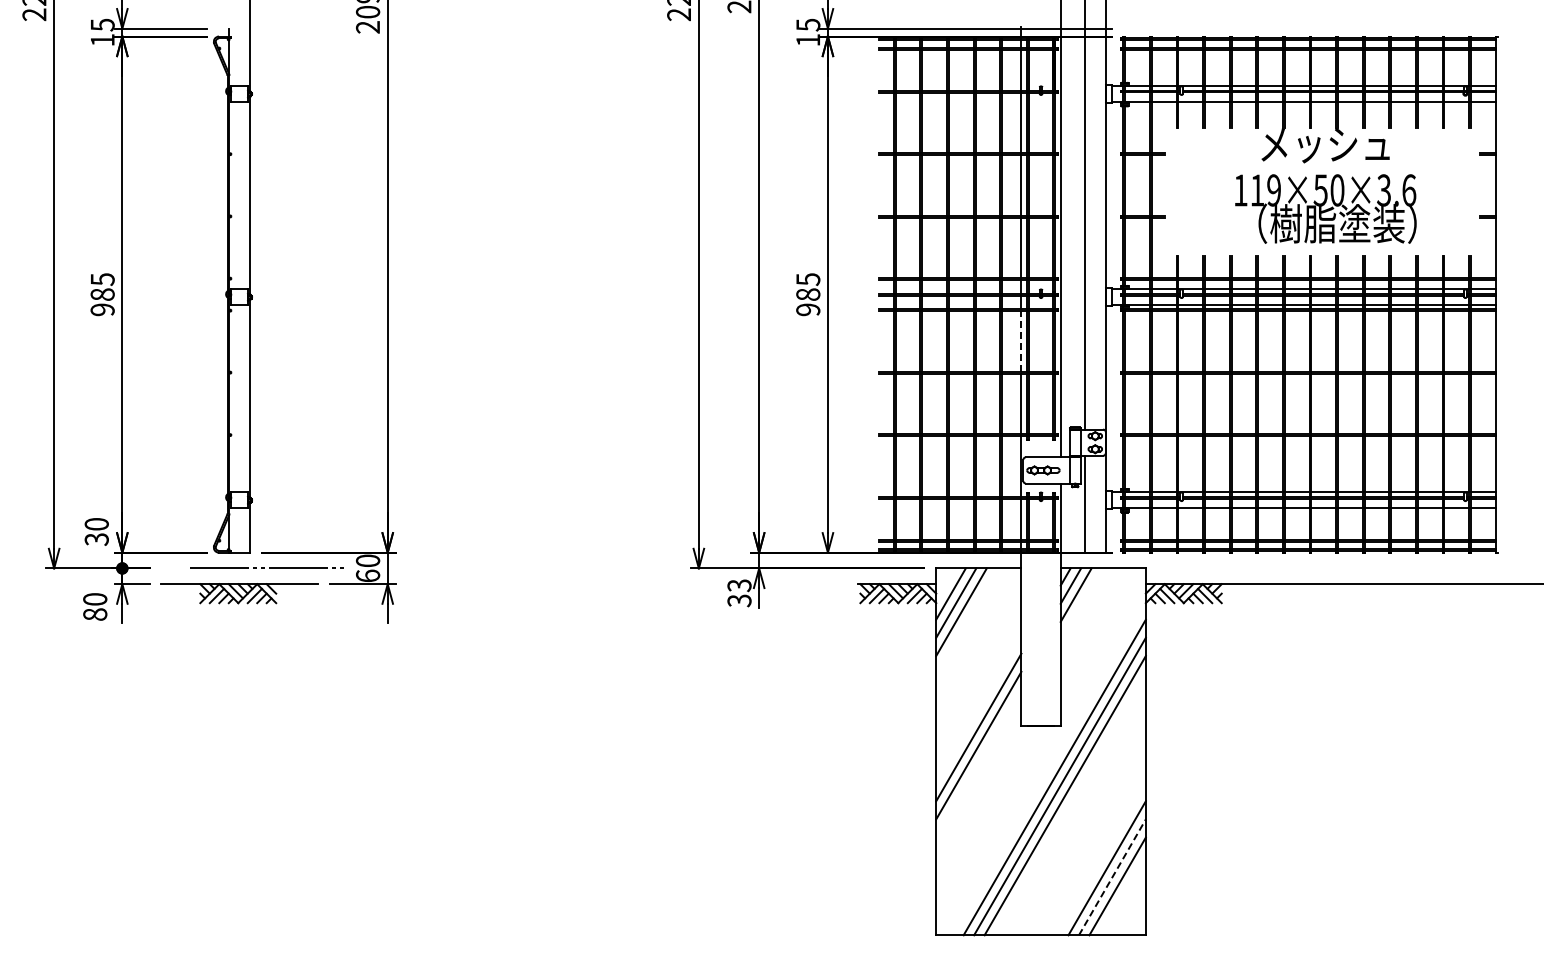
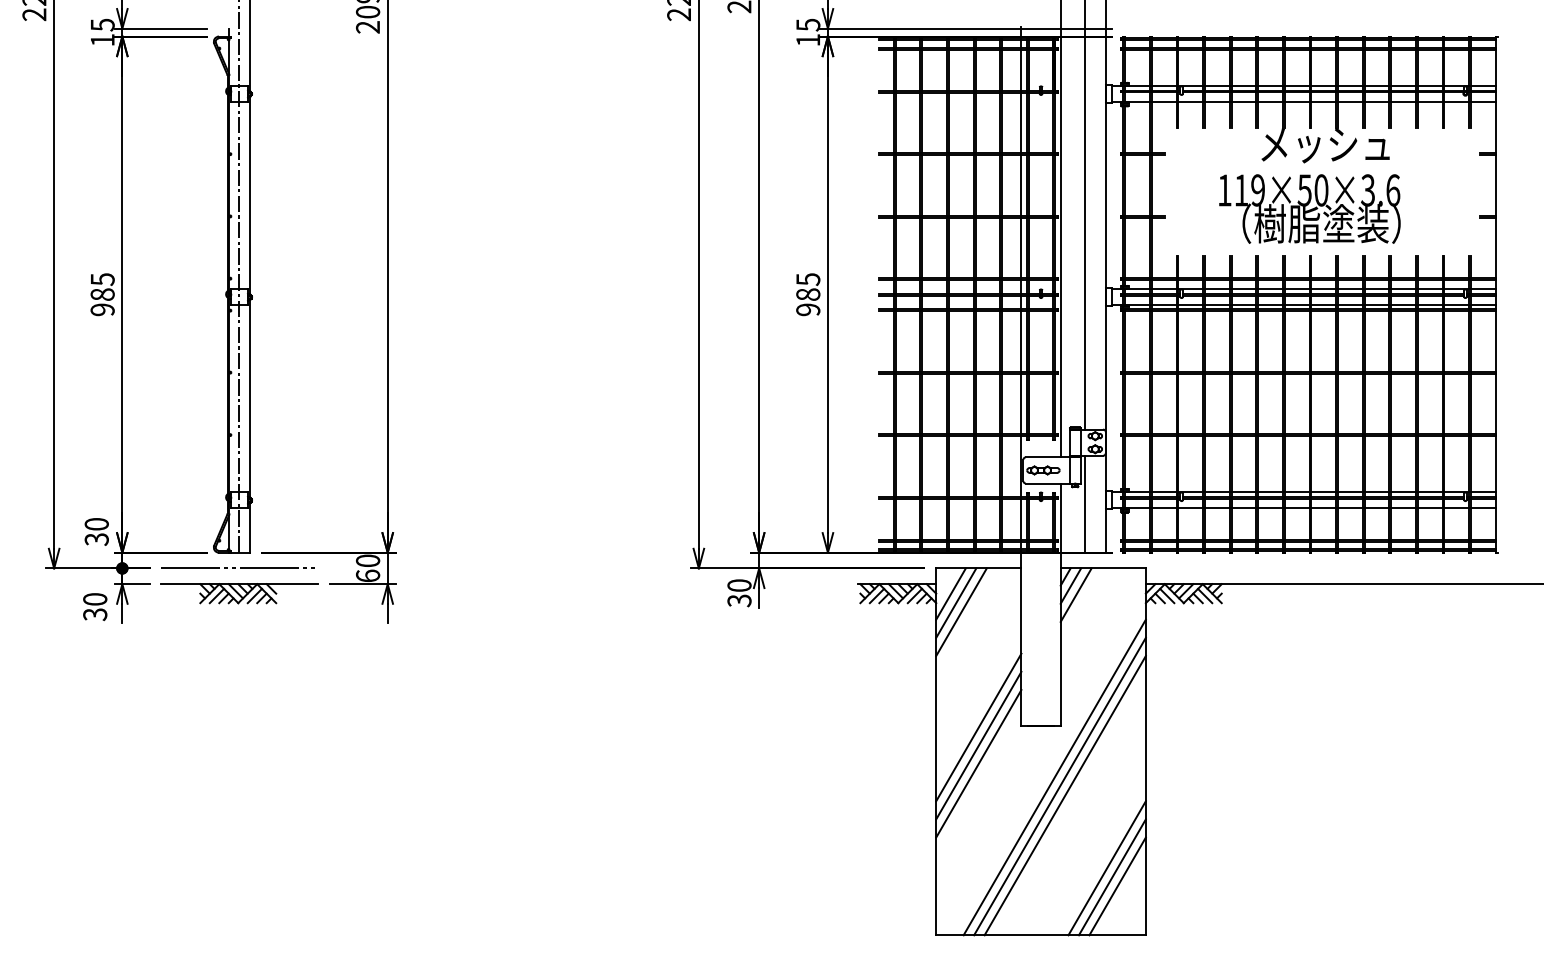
text at (1325, 208) position: (1325, 208) -> (1309, 208)
line at (239, 277): none -> present
line at (1021, 340): dashed -> solid
line at (264, 567) position: (264, 567) -> (235, 567)
text at (739, 585): 33 -> 30
text at (95, 614): 80 -> 30
line at (978, 763): none -> present
line at (1112, 877): dashed -> solid
